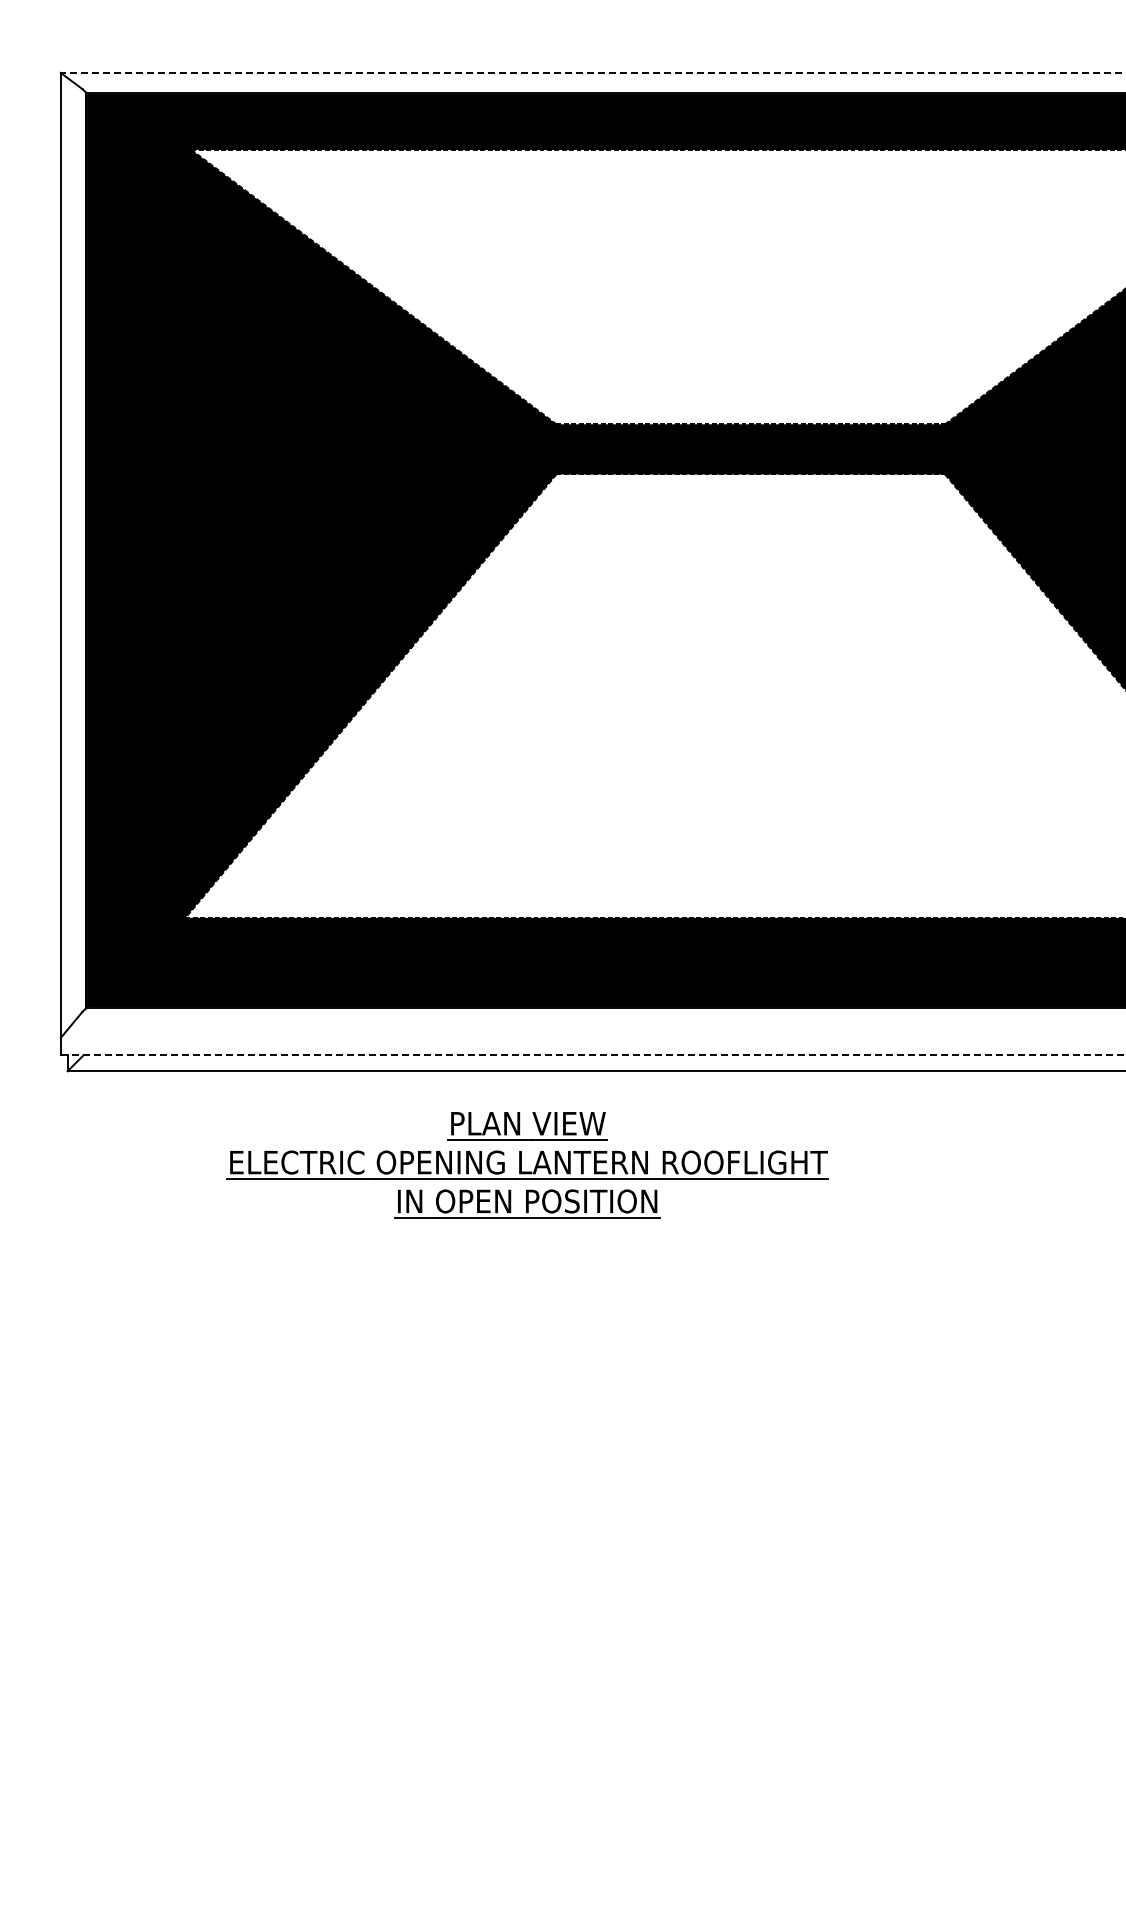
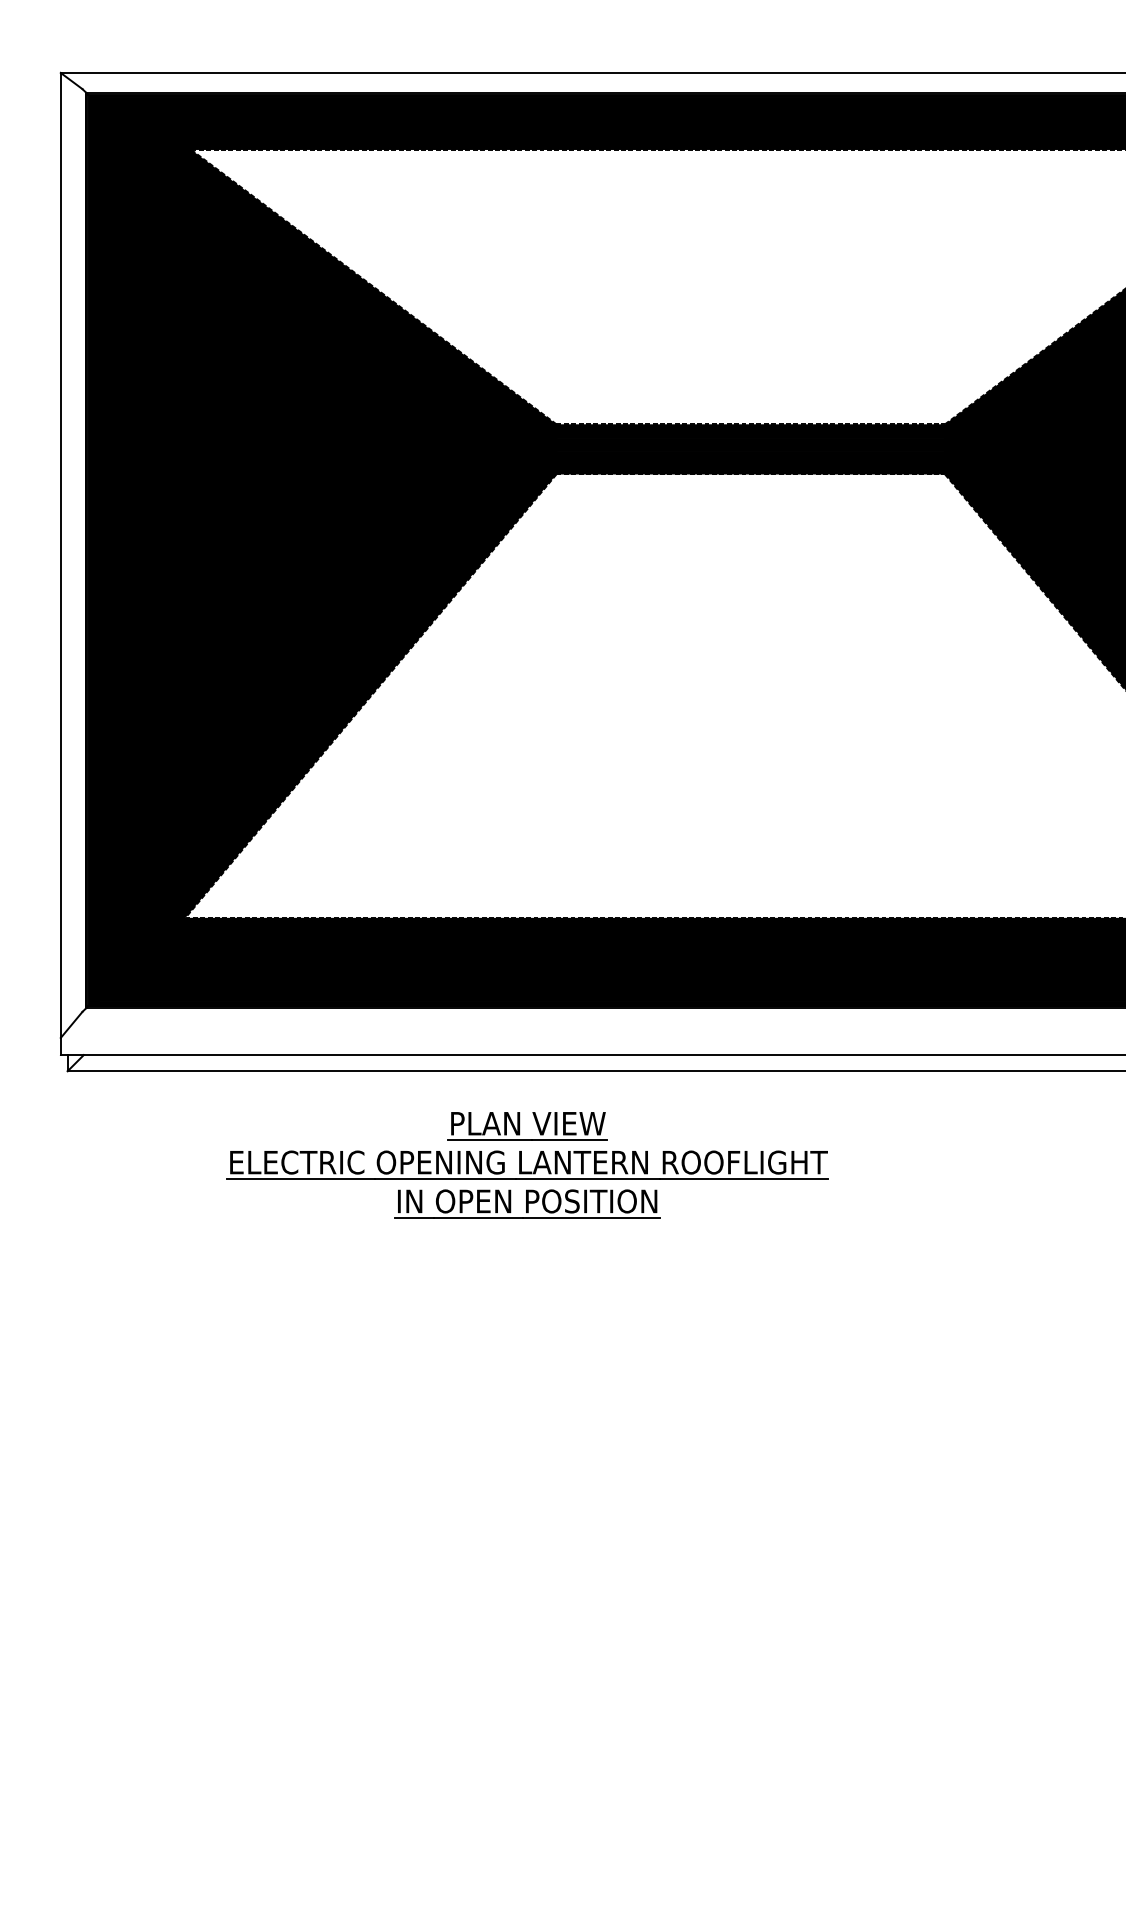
line at (592, 72): dashed -> solid
line at (593, 1055): dashed -> solid
